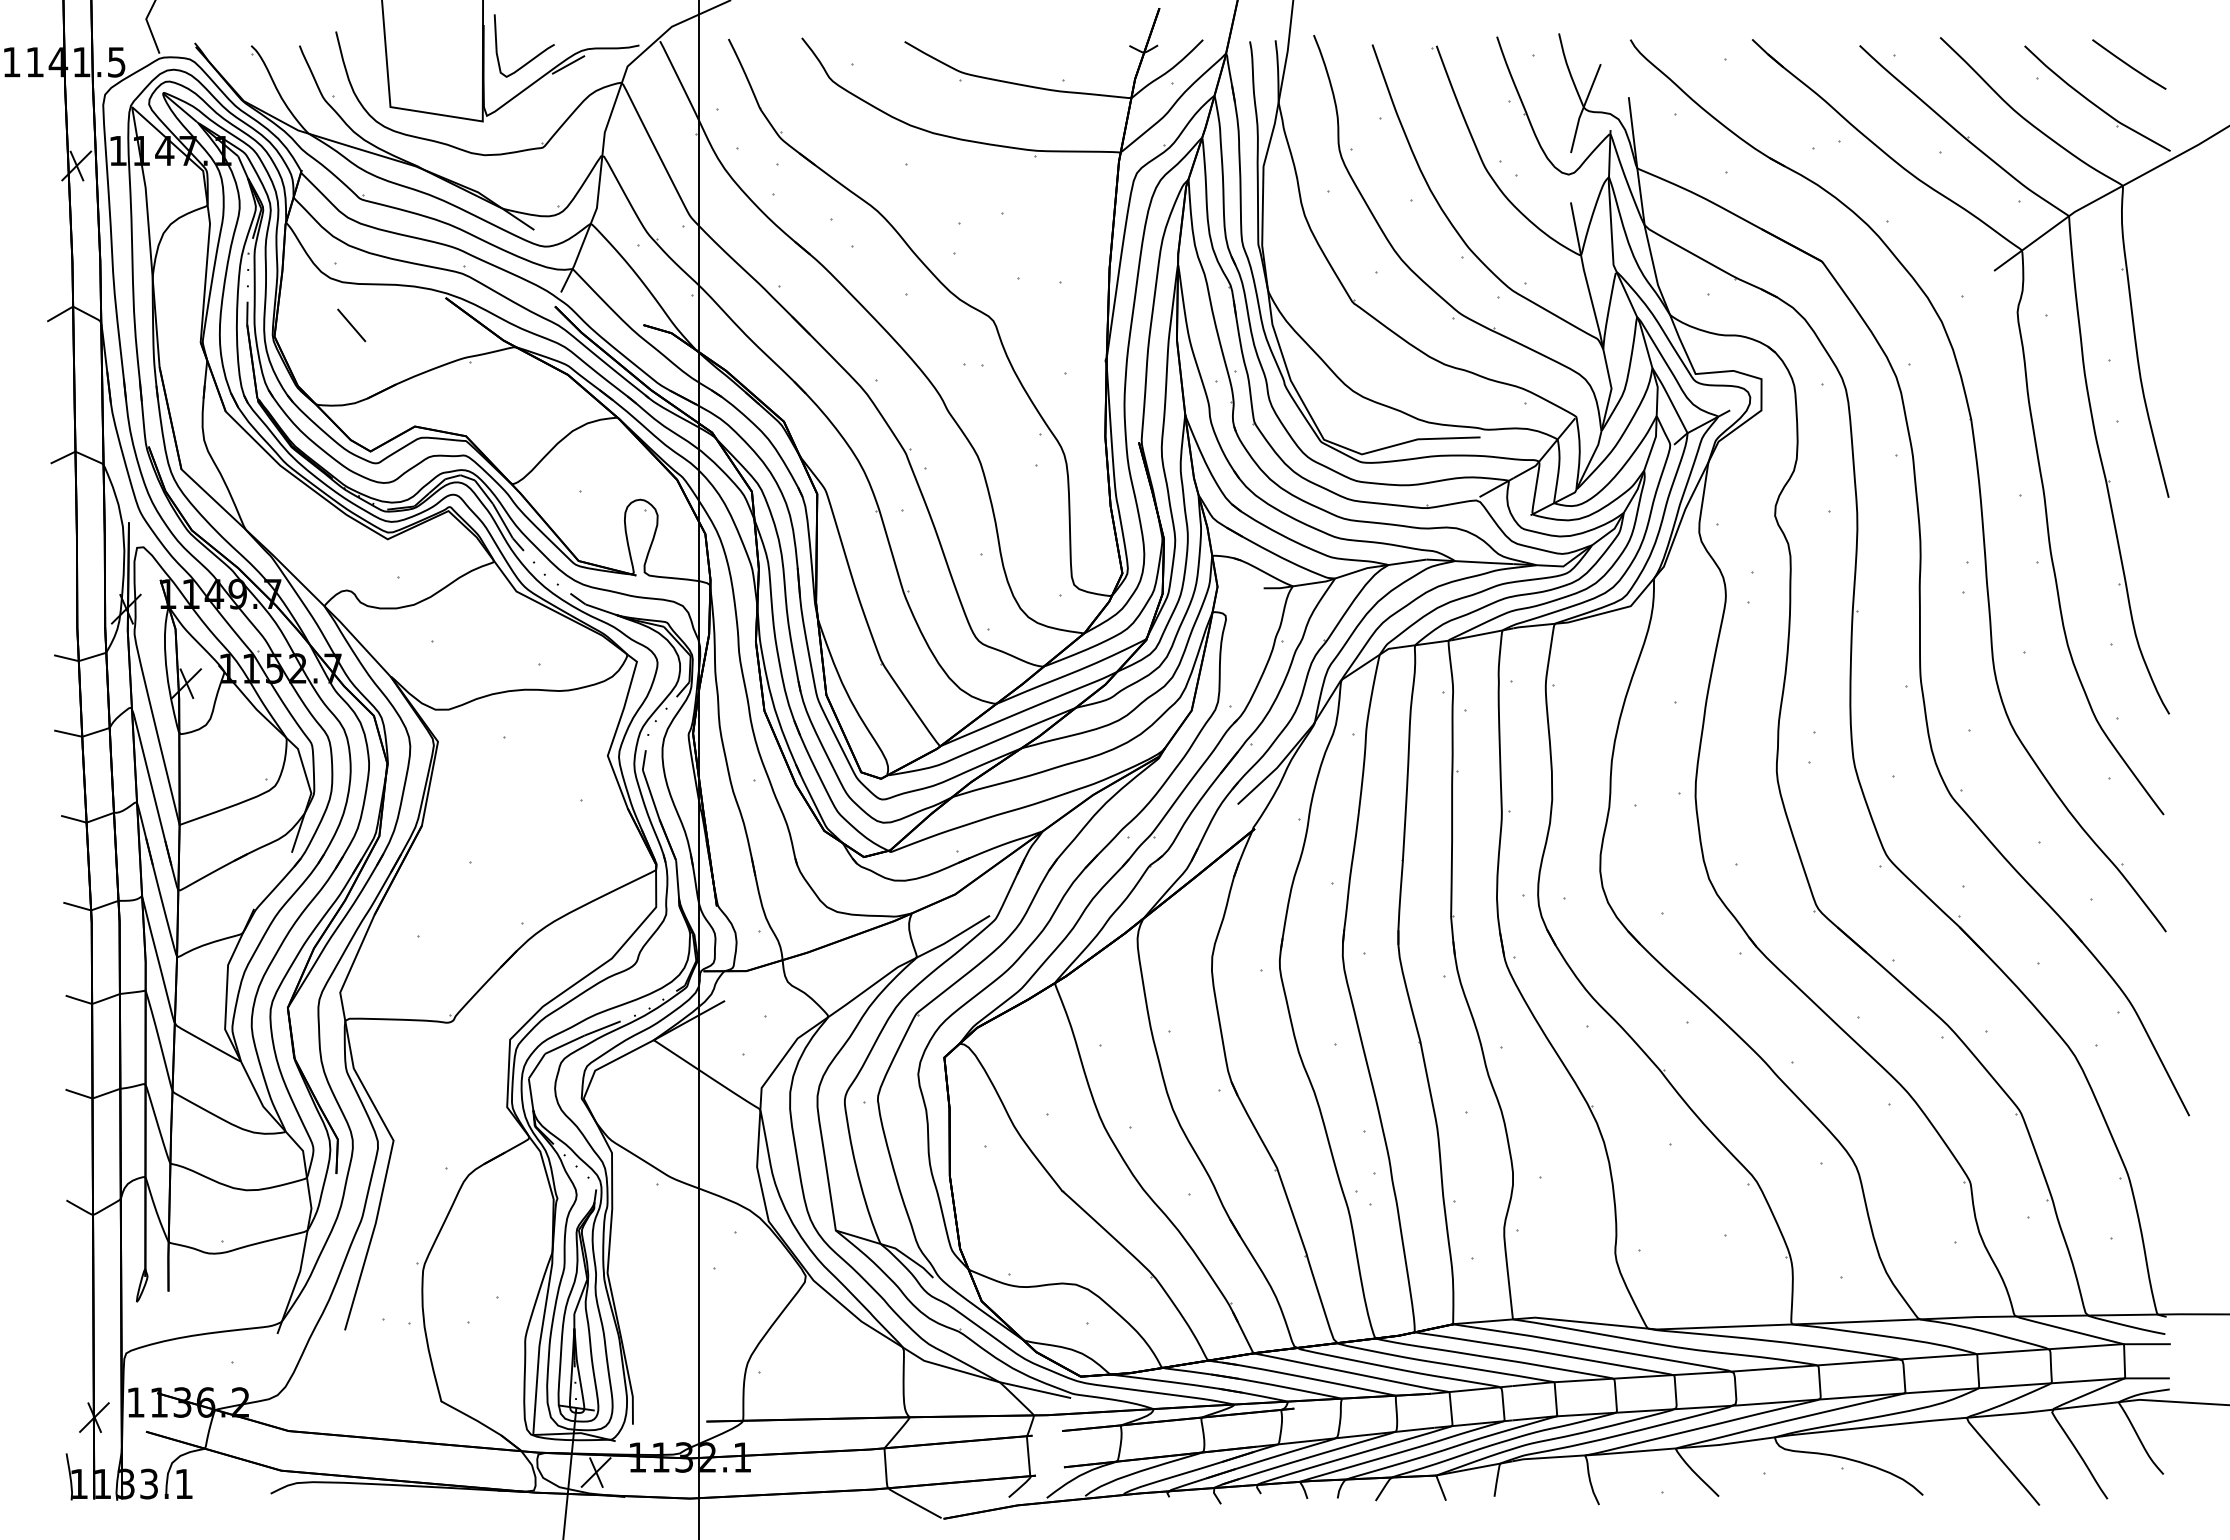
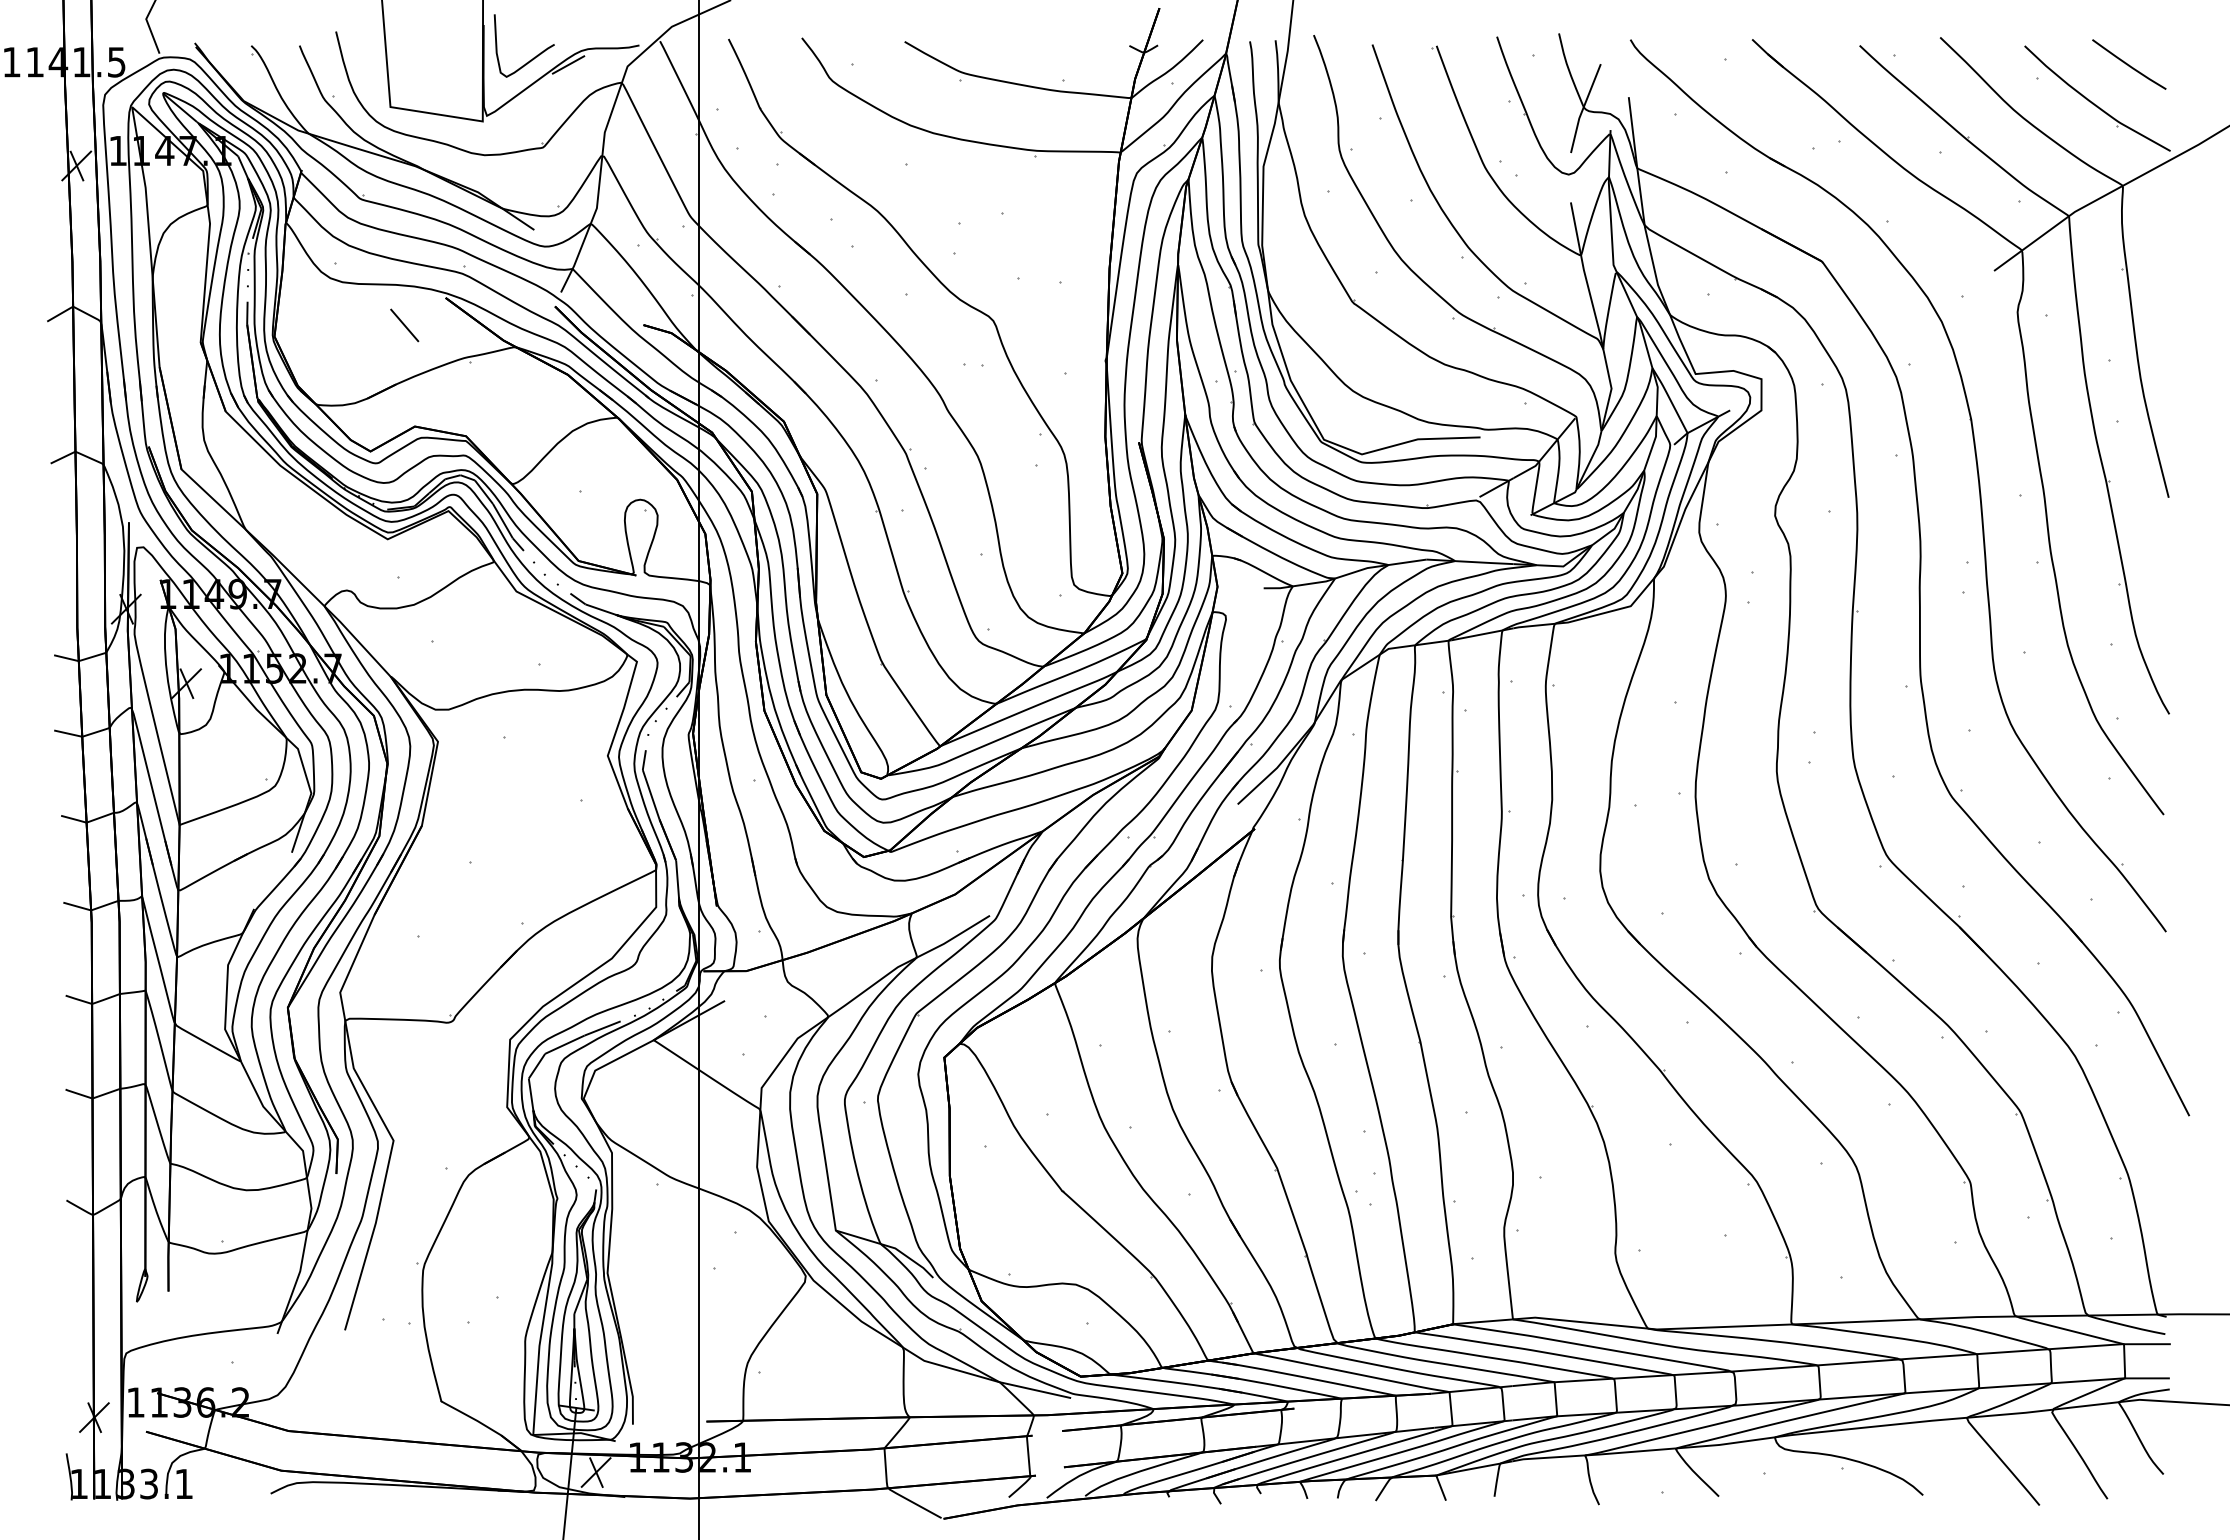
line at (351, 325) position: (351, 325) -> (404, 325)
